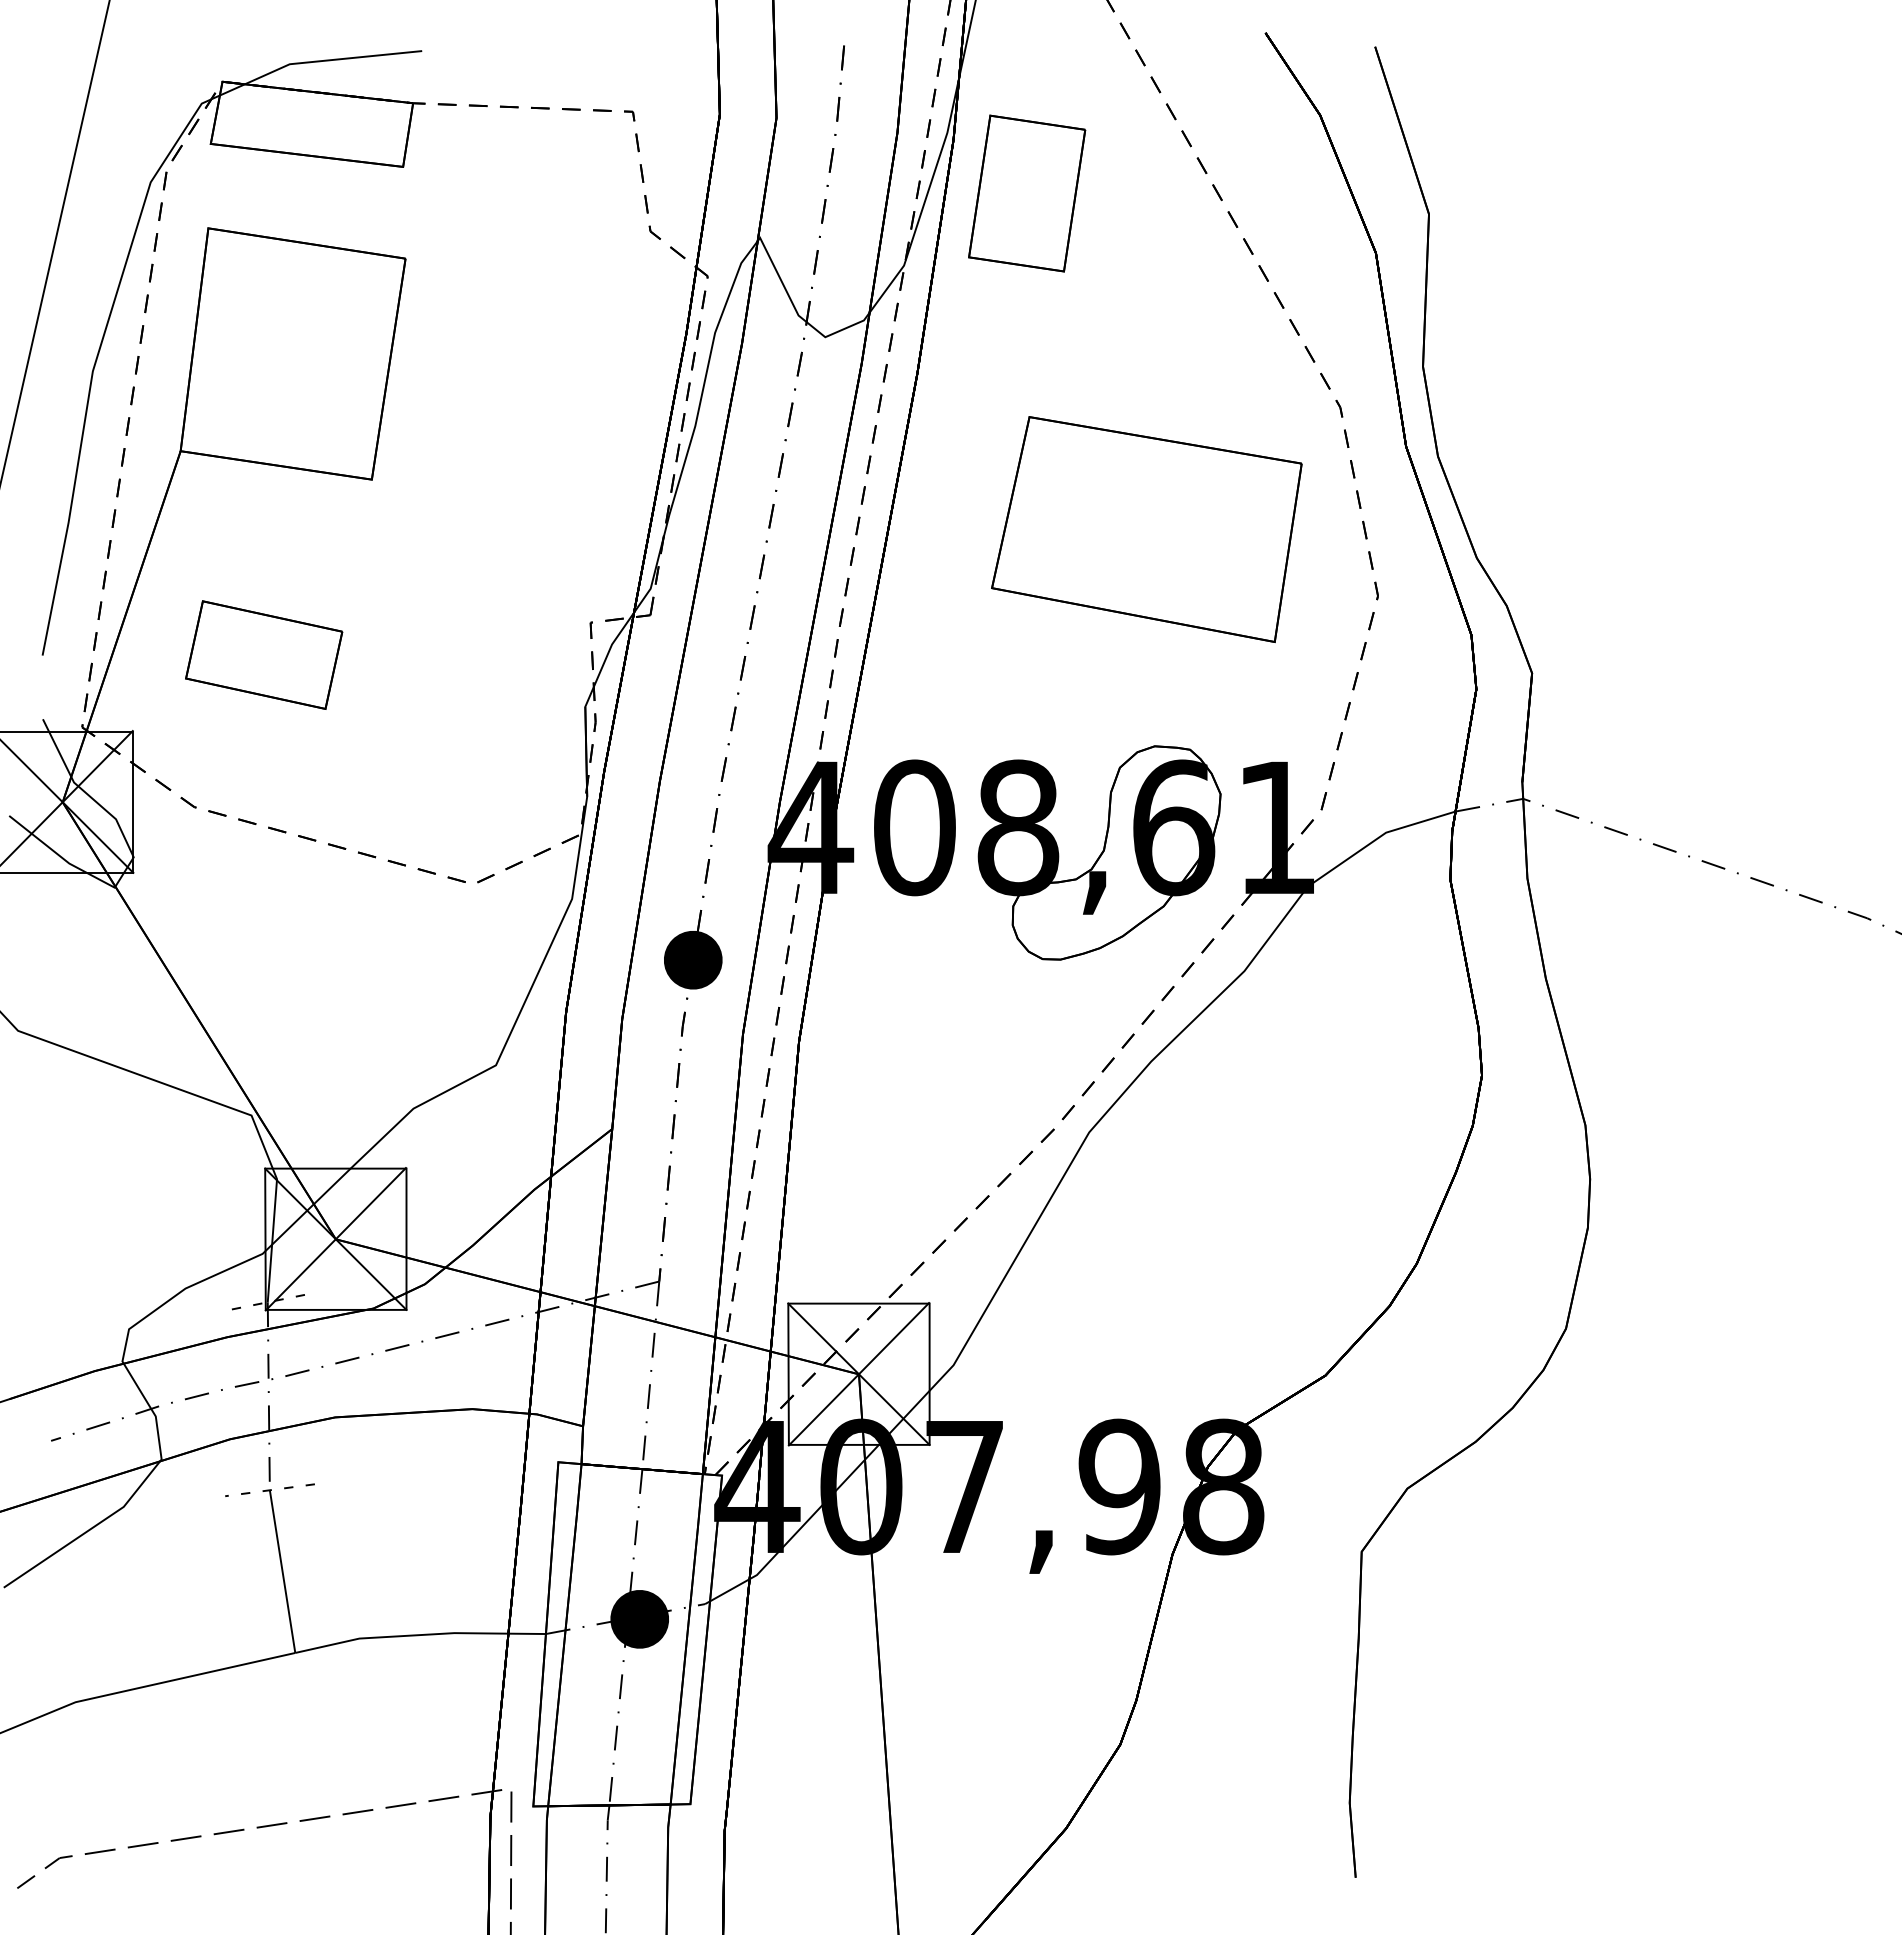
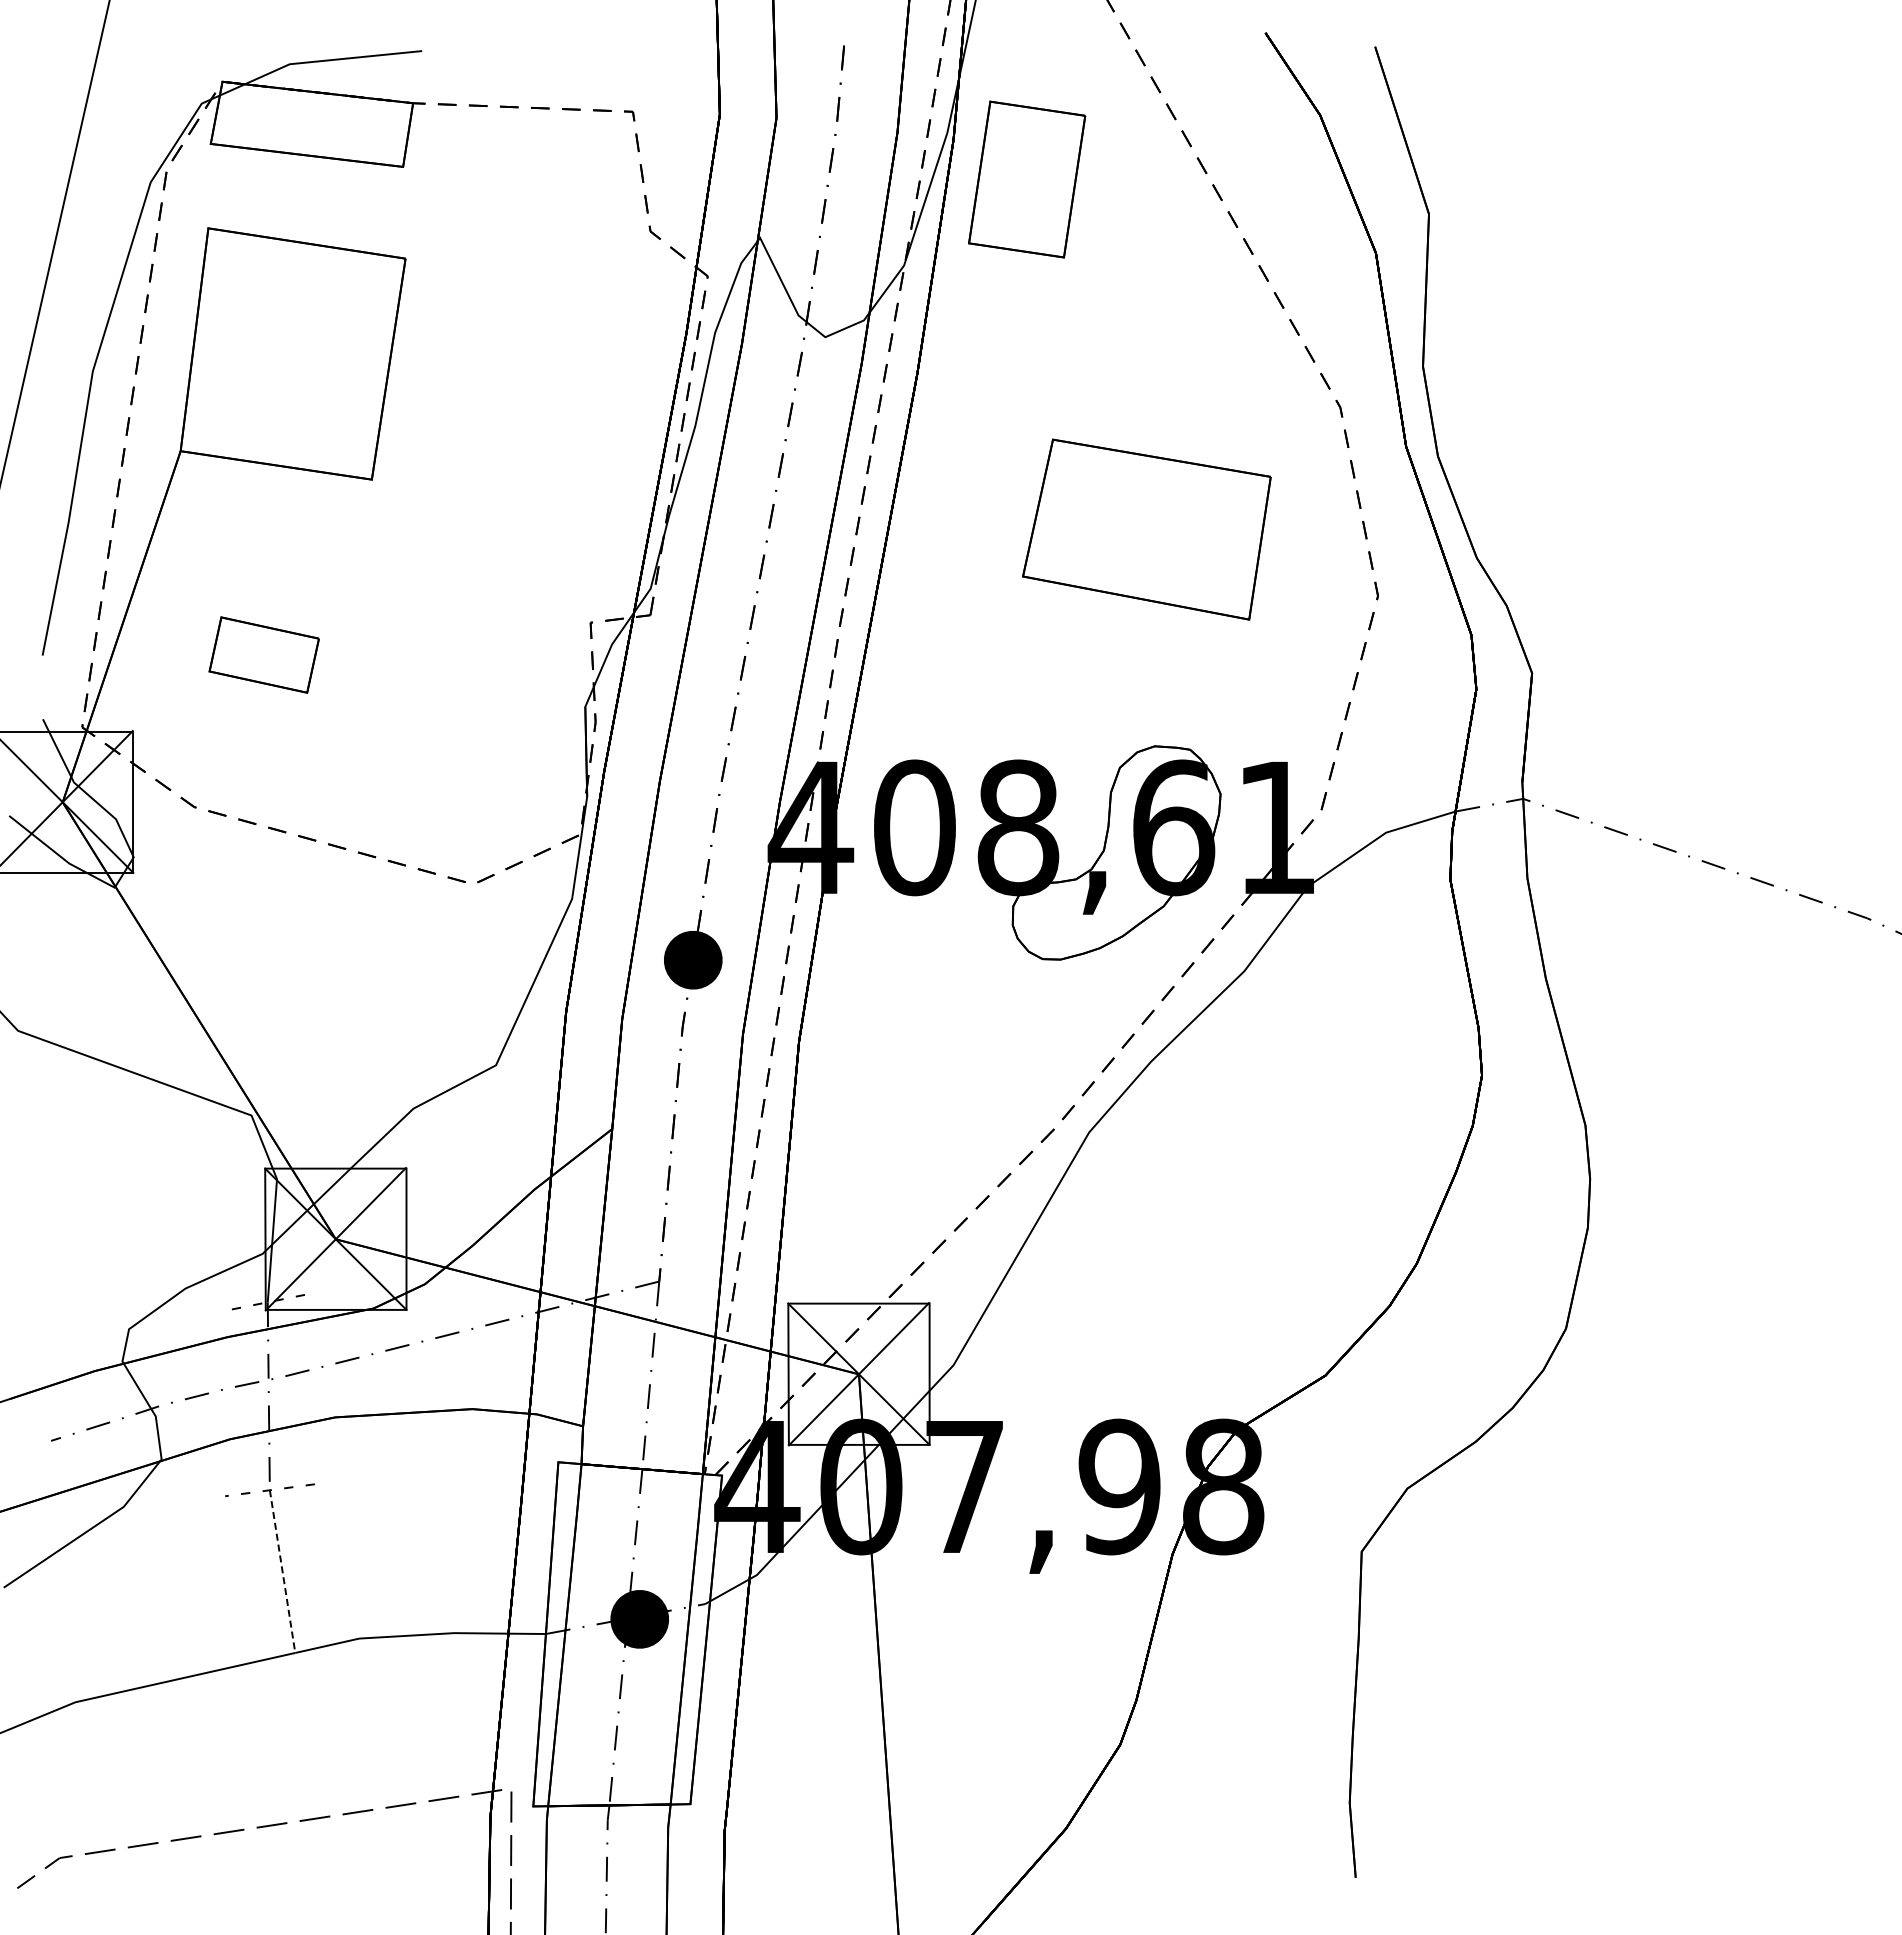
part at (1027, 193) position: (1027, 193) -> (1027, 179)
part at (1146, 529) size: 312x228 px -> 250x183 px
part at (264, 654) size: 159x110 px -> 112x78 px
line at (282, 1572): solid -> dashed
